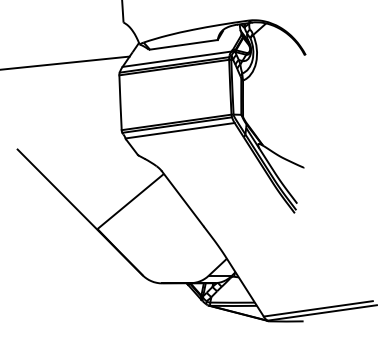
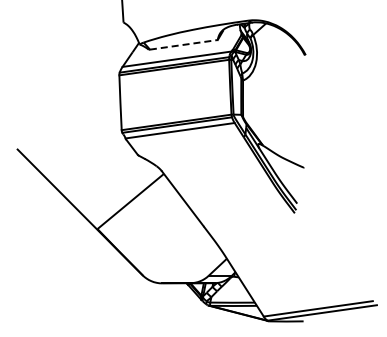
line at (184, 44): solid -> dashed
line at (65, 62): present -> none
